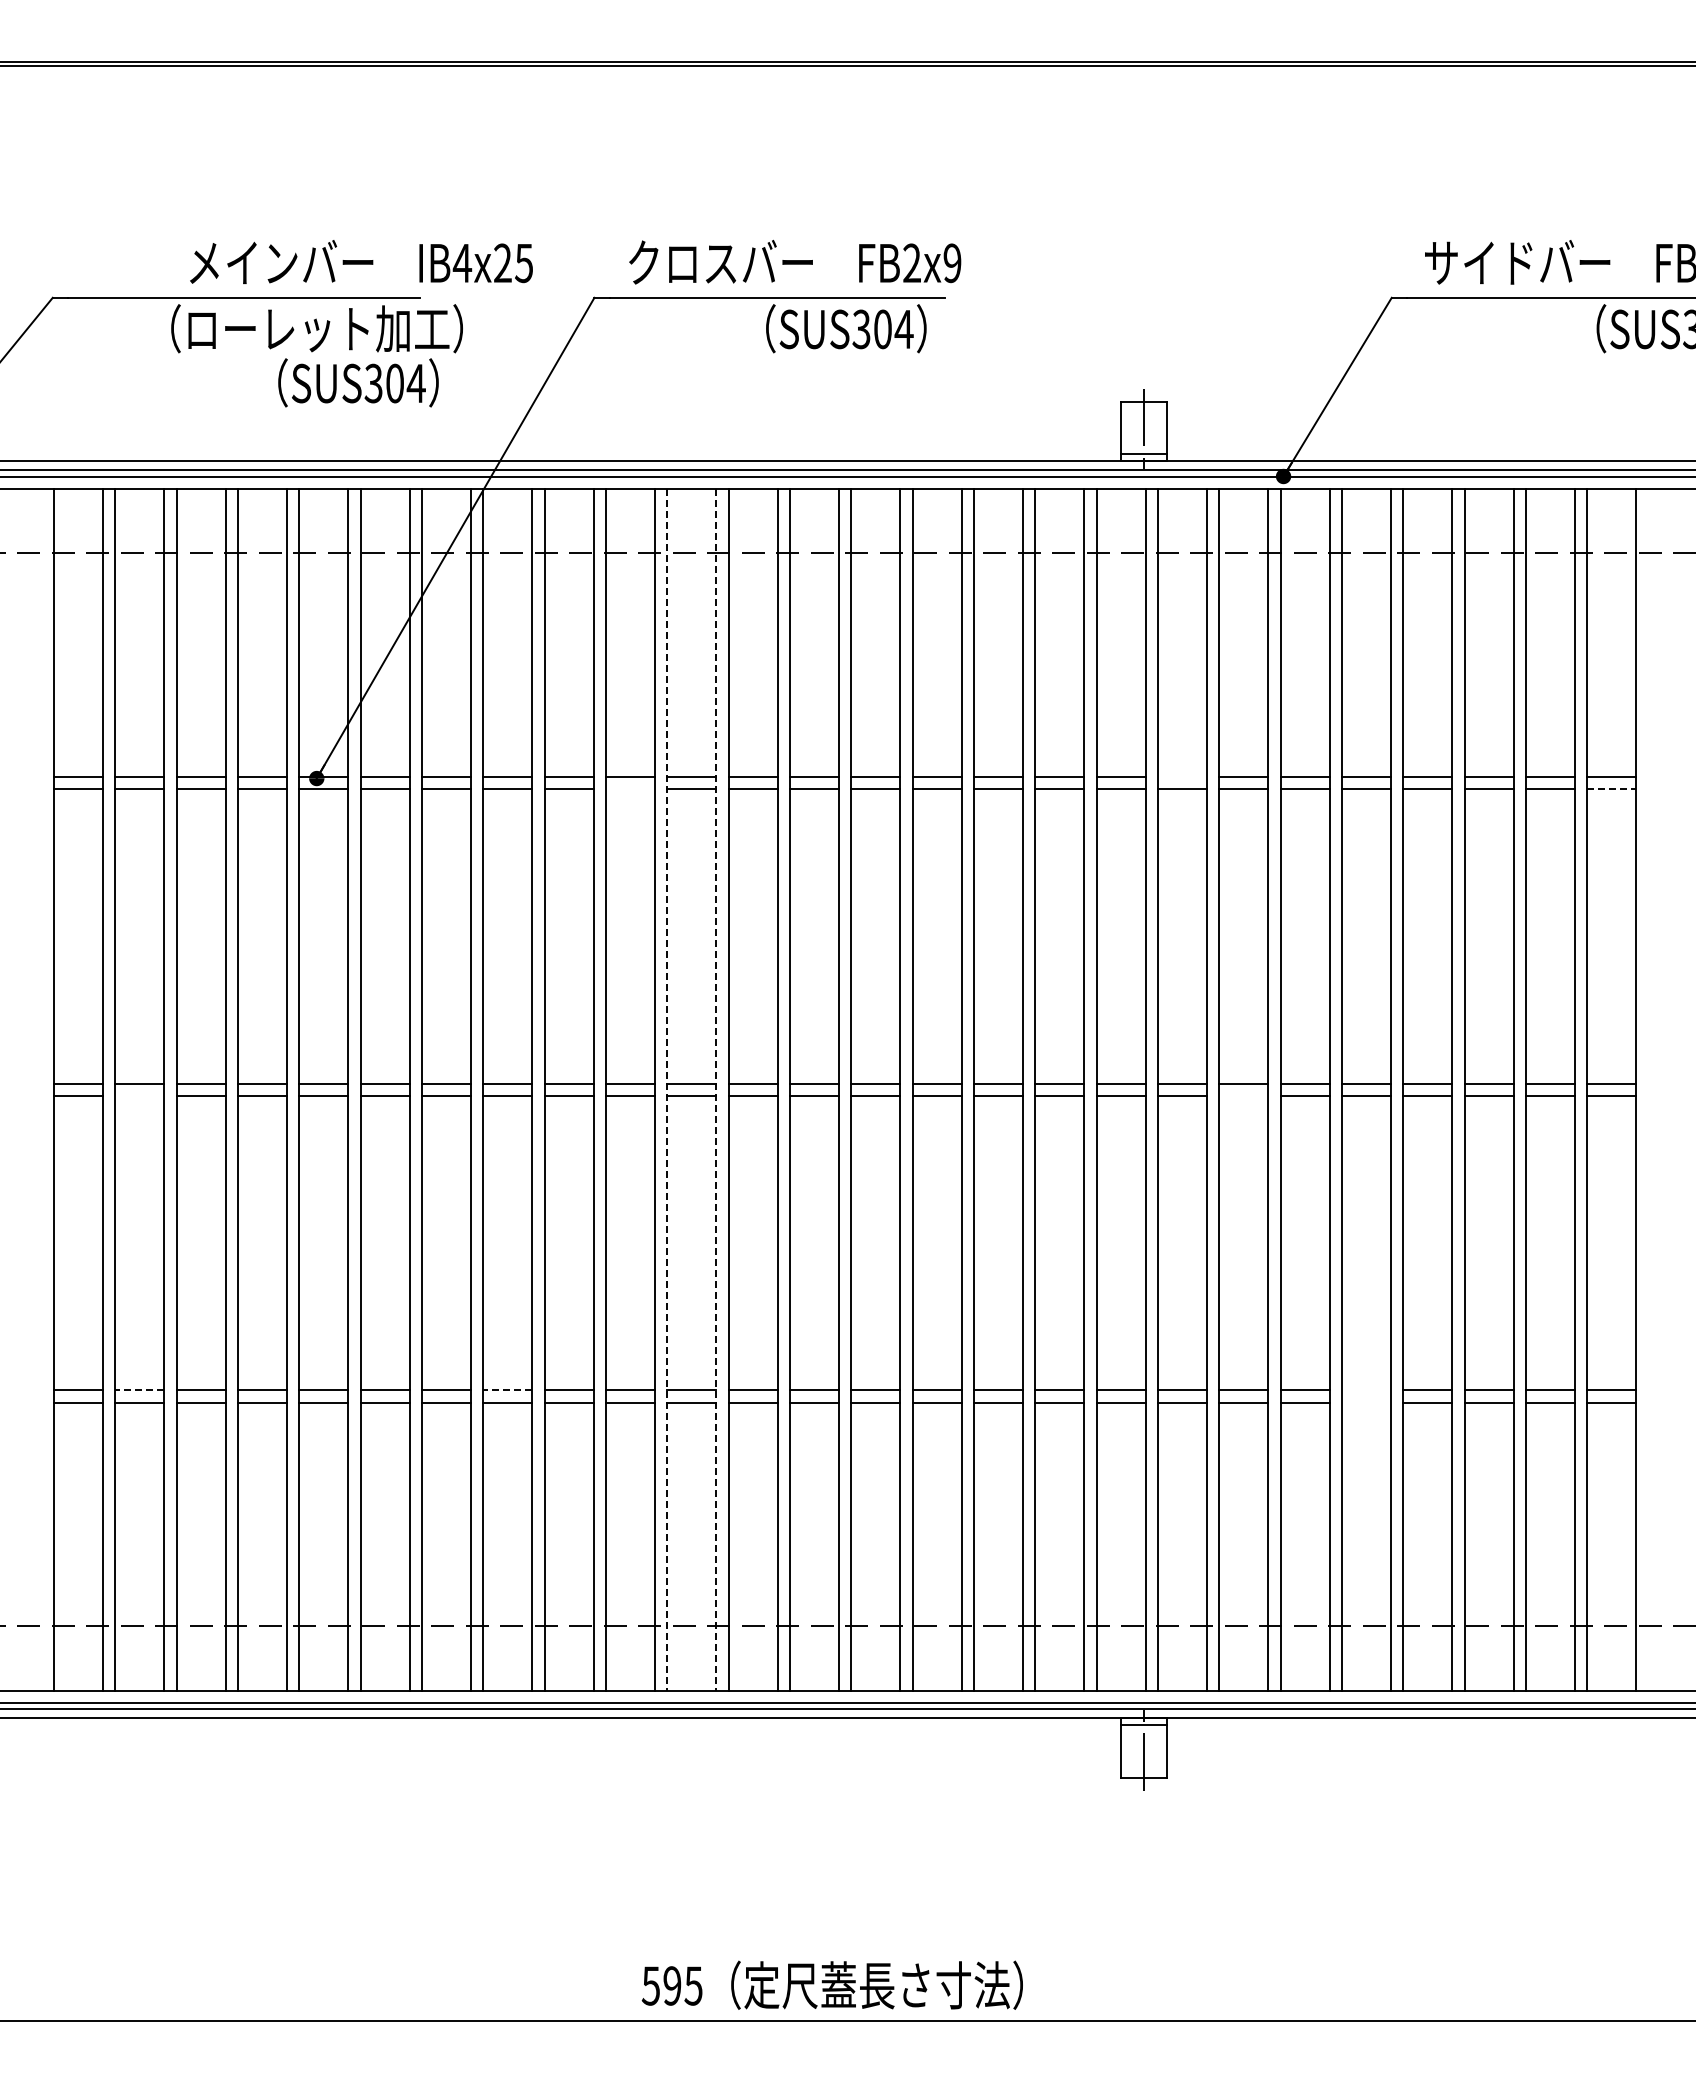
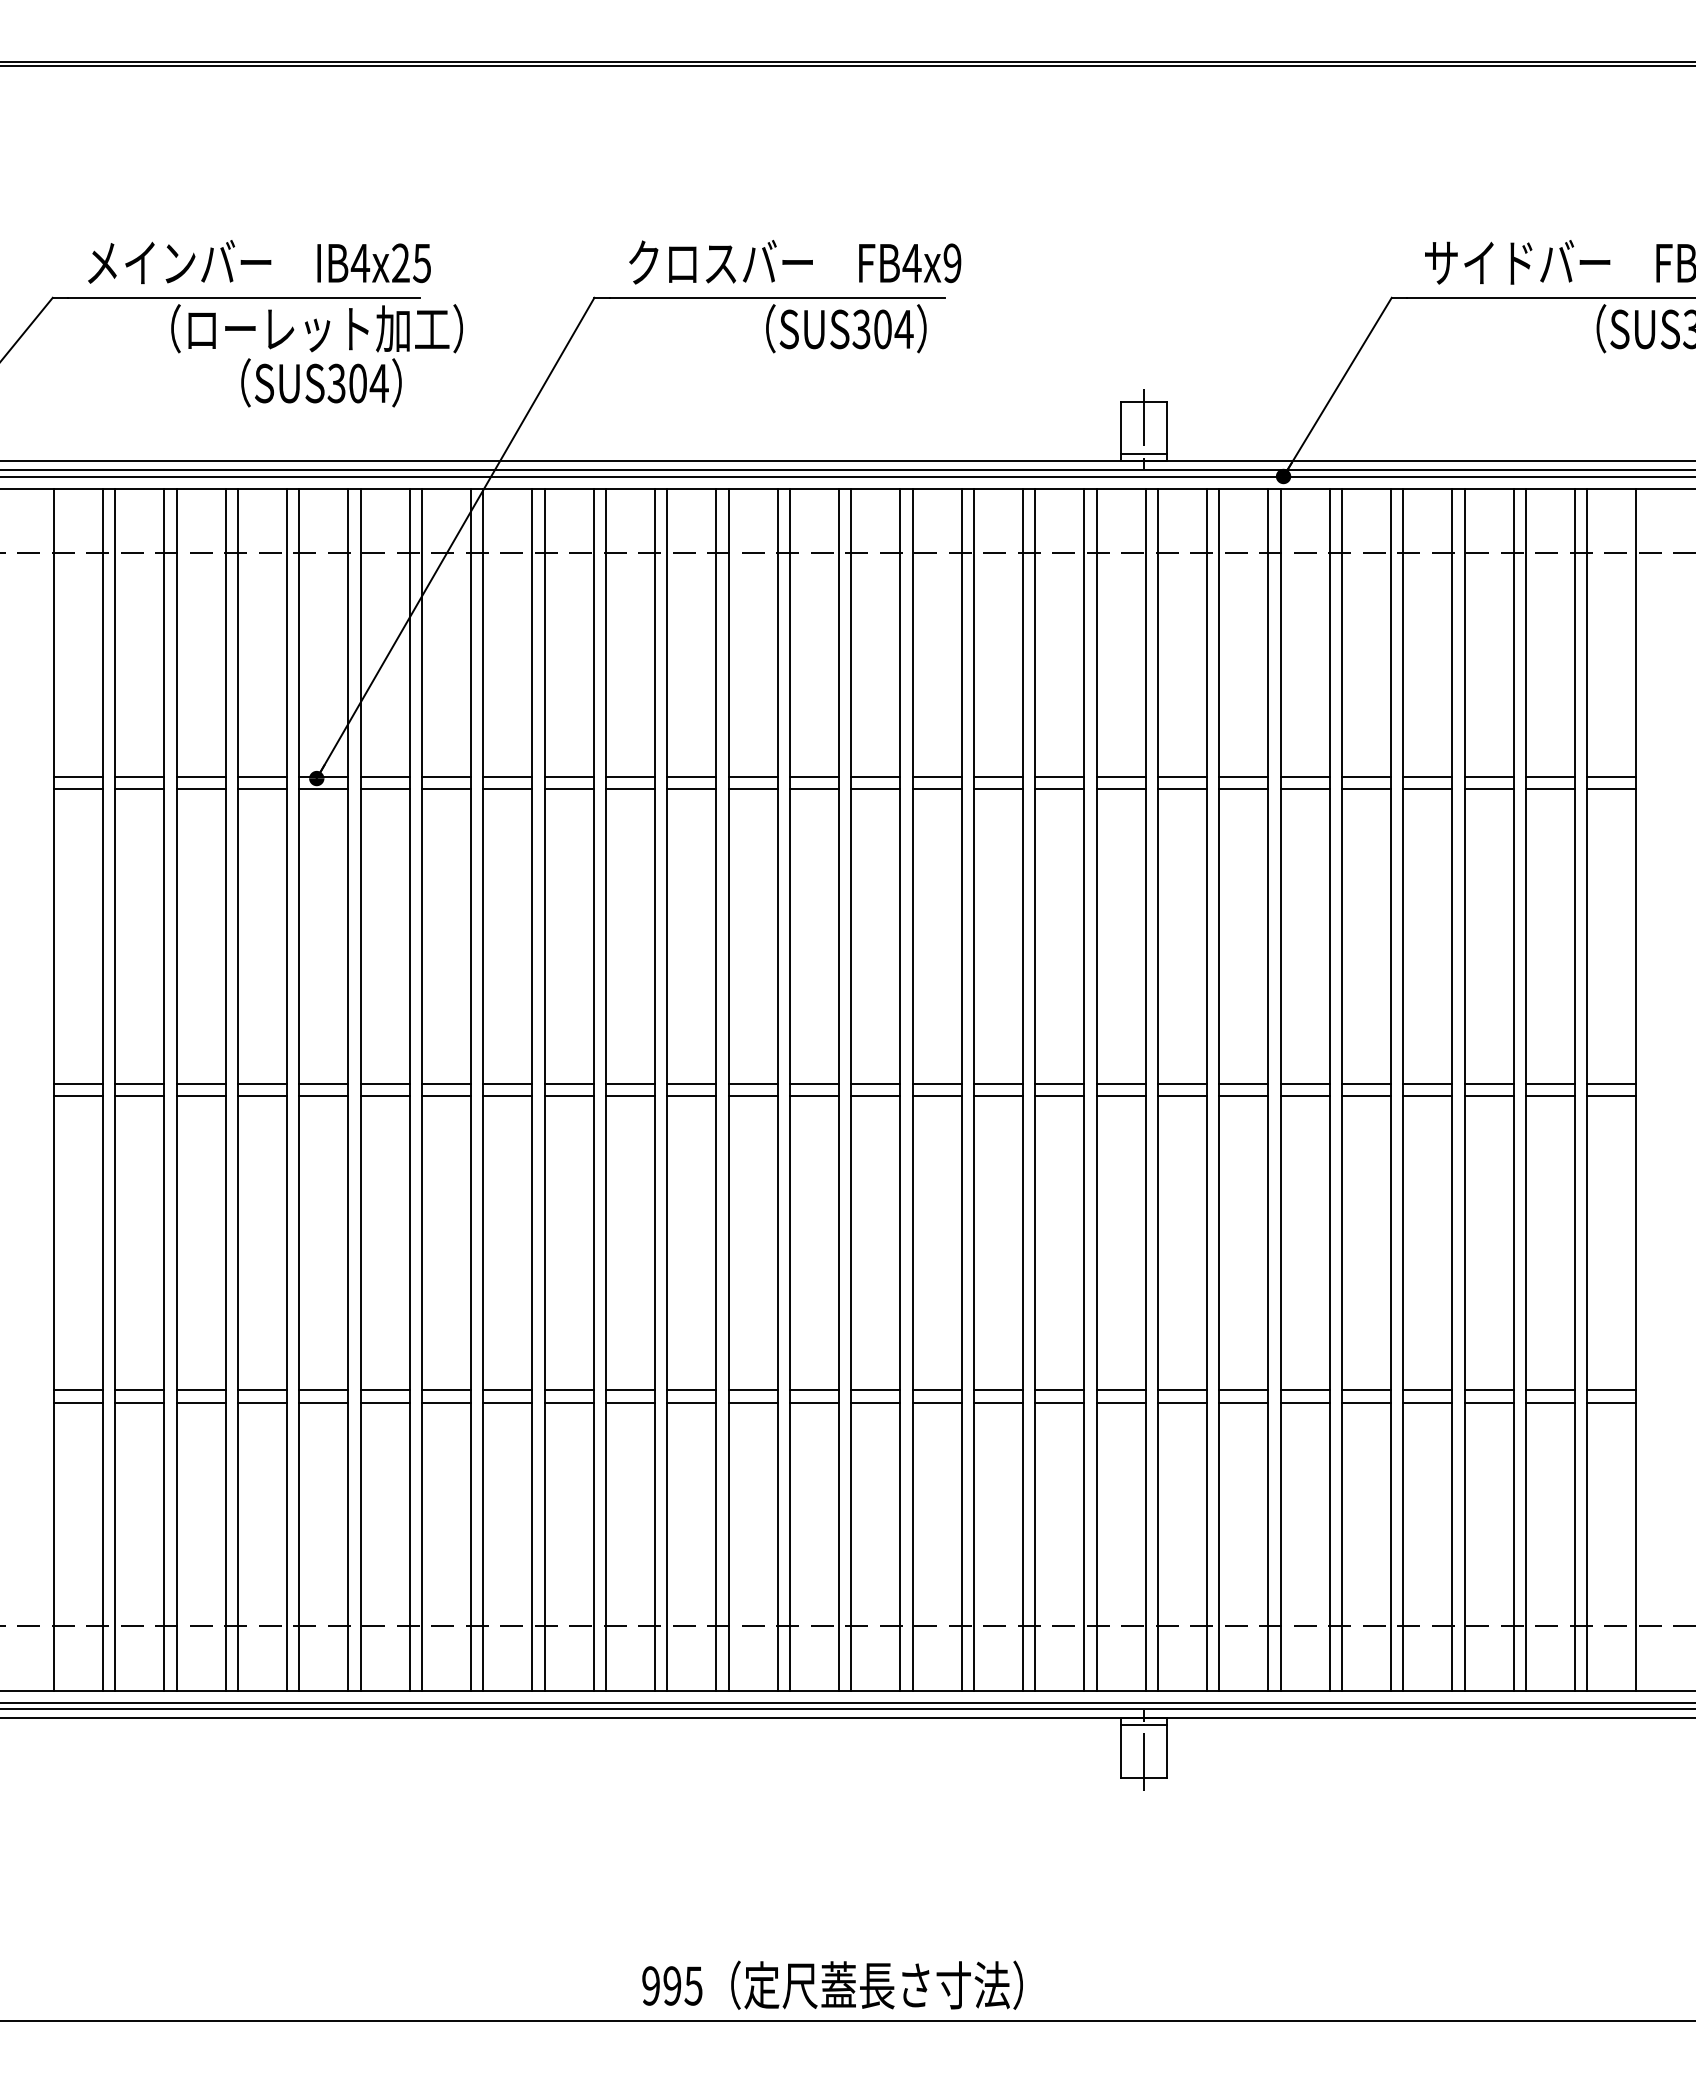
text at (361, 261) position: (361, 261) -> (259, 261)
text at (911, 262): FB2x9 -> FB4x9
text at (358, 382) position: (358, 382) -> (321, 382)
line at (1182, 777): none -> present
line at (630, 789): none -> present
line at (1611, 789): dashed -> solid
line at (667, 1090): dashed -> solid
line at (716, 1090): dashed -> solid
line at (139, 1095): none -> present
line at (1243, 1095): none -> present
line at (139, 1390): dashed -> solid
line at (507, 1390): dashed -> solid
line at (1365, 1390): none -> present
line at (1365, 1402): none -> present
text at (650, 1985): 595 -> 995
